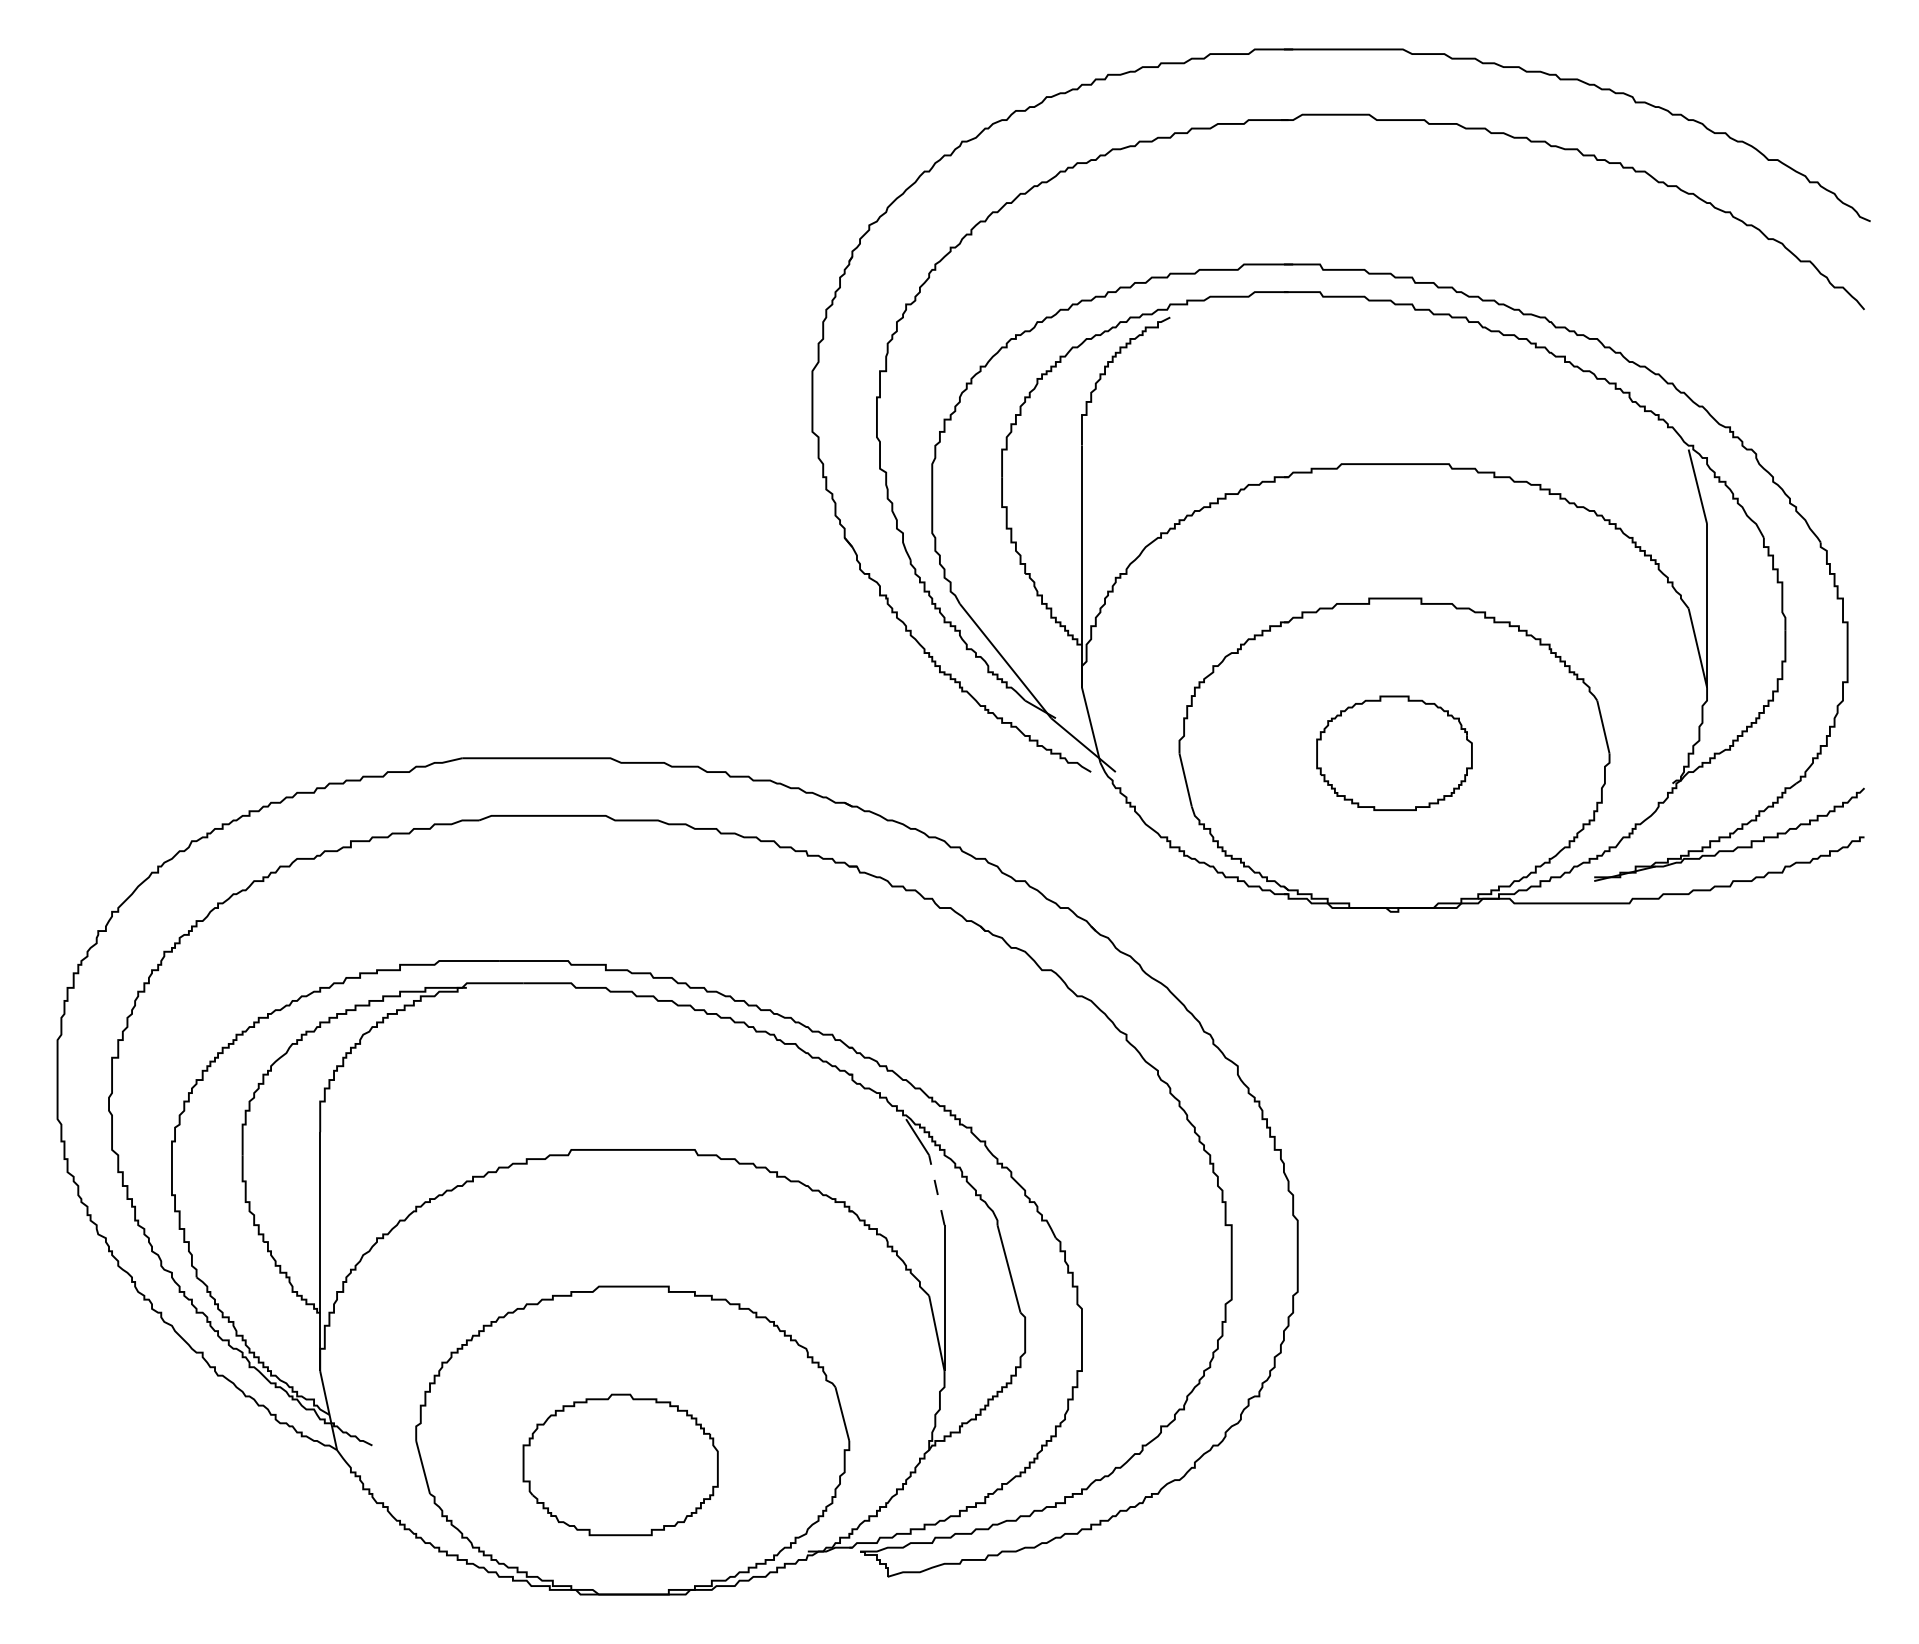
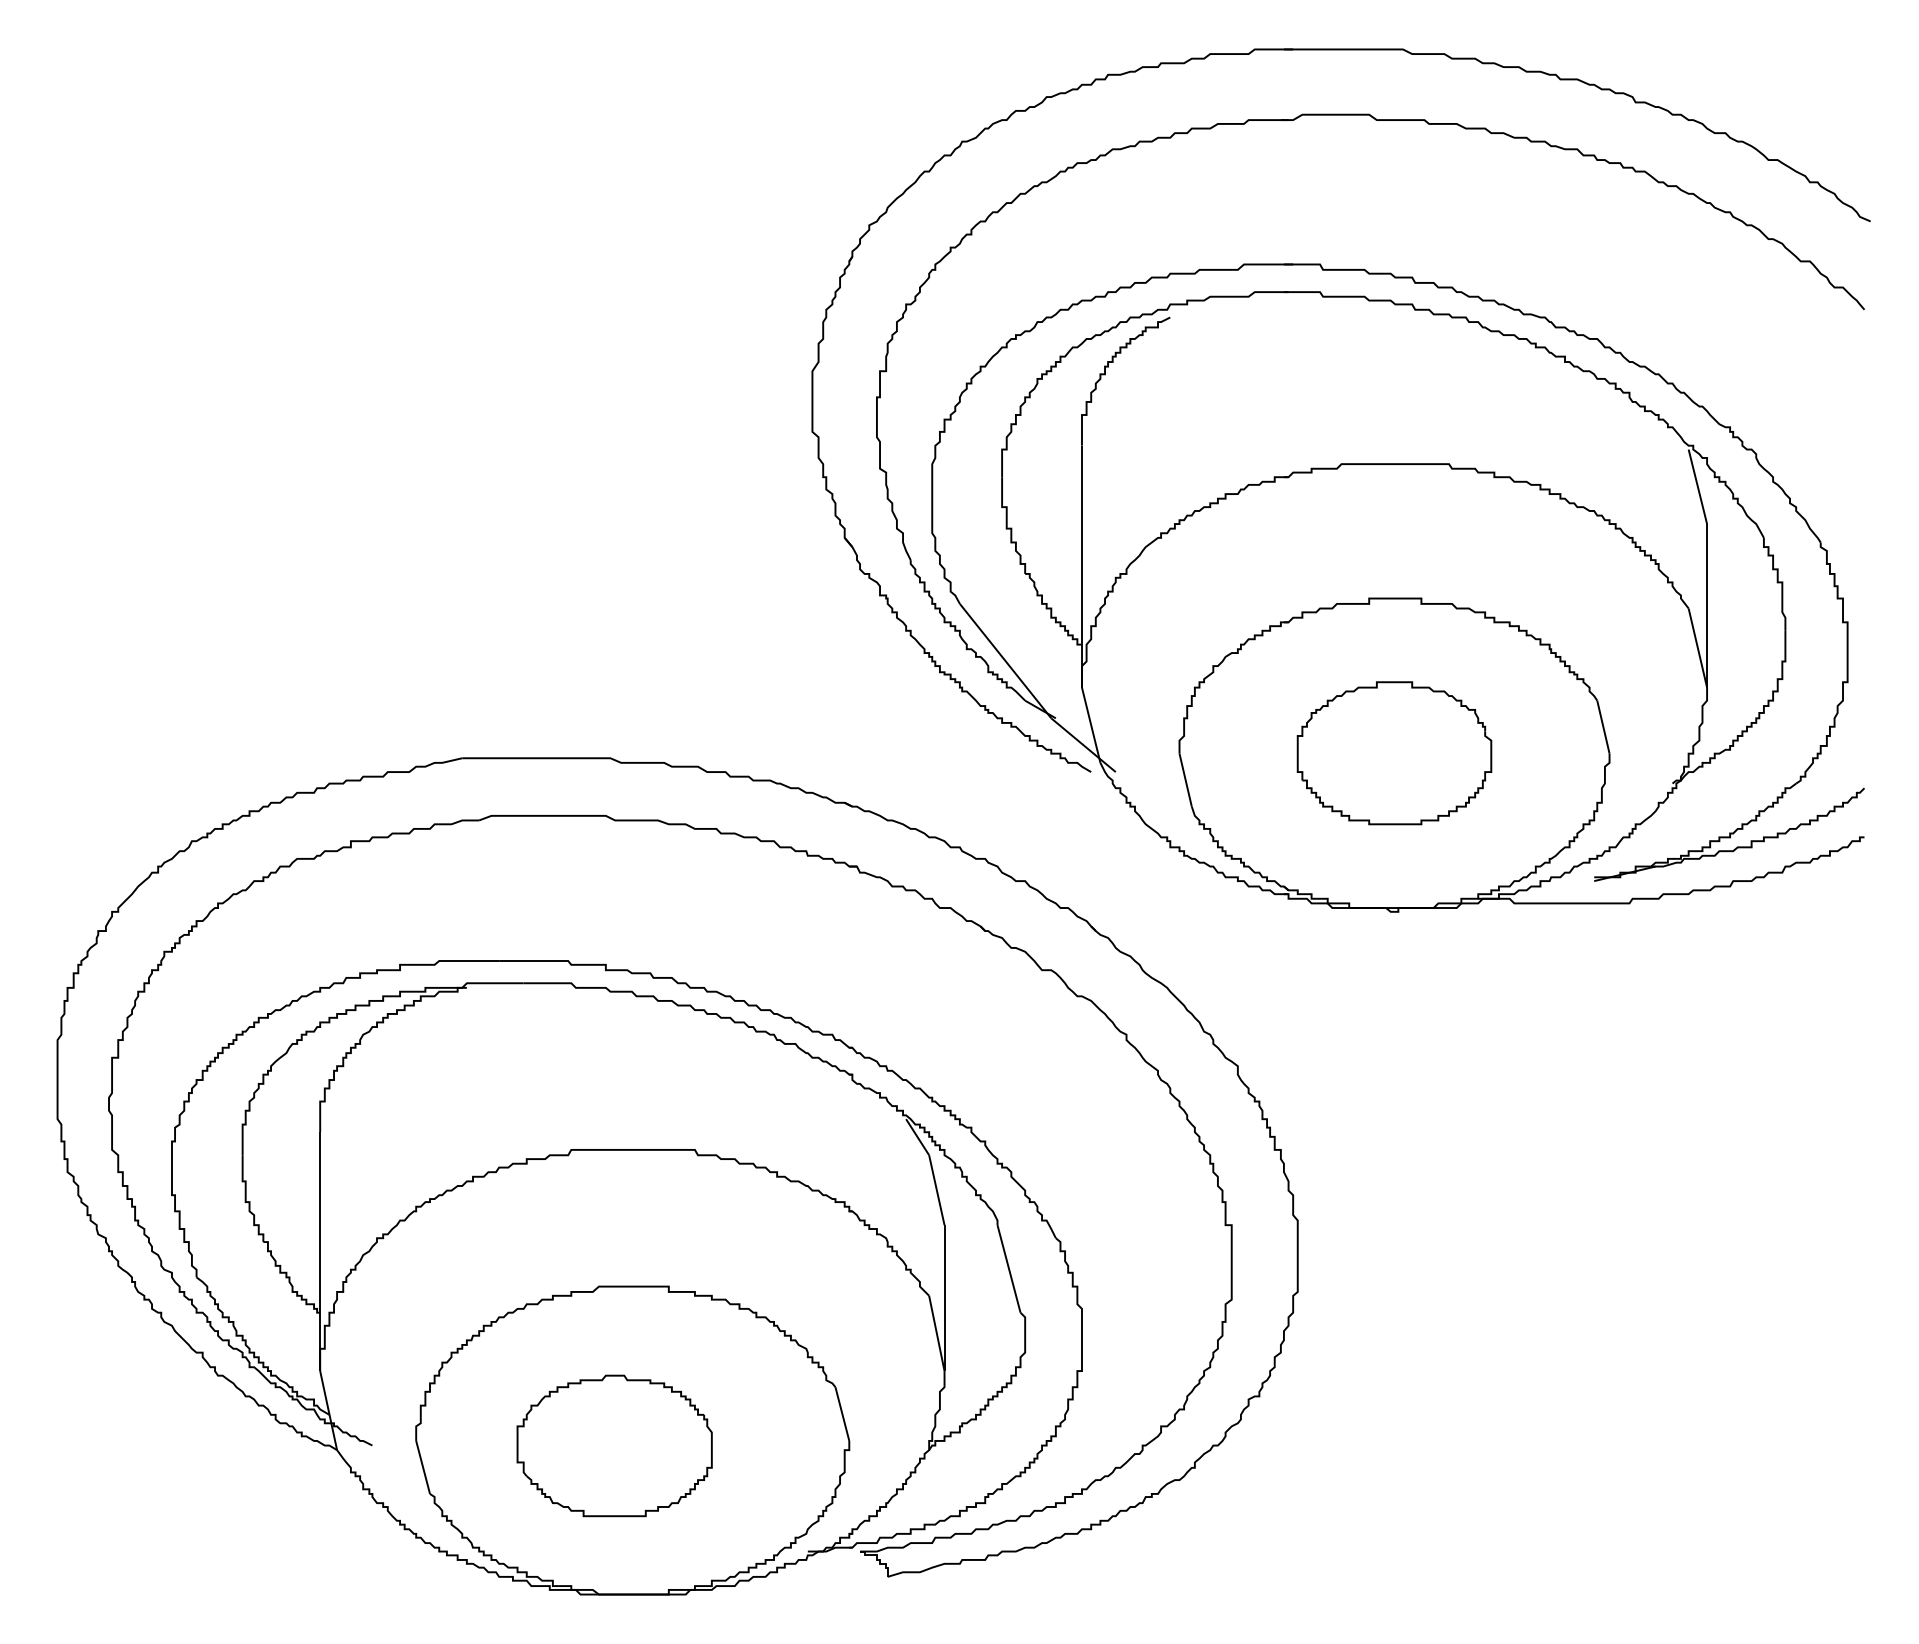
part at (1394, 752) size: 157x116 px -> 197x145 px
line at (936, 1190): dashed -> solid
part at (620, 1464) position: (620, 1464) -> (614, 1445)
